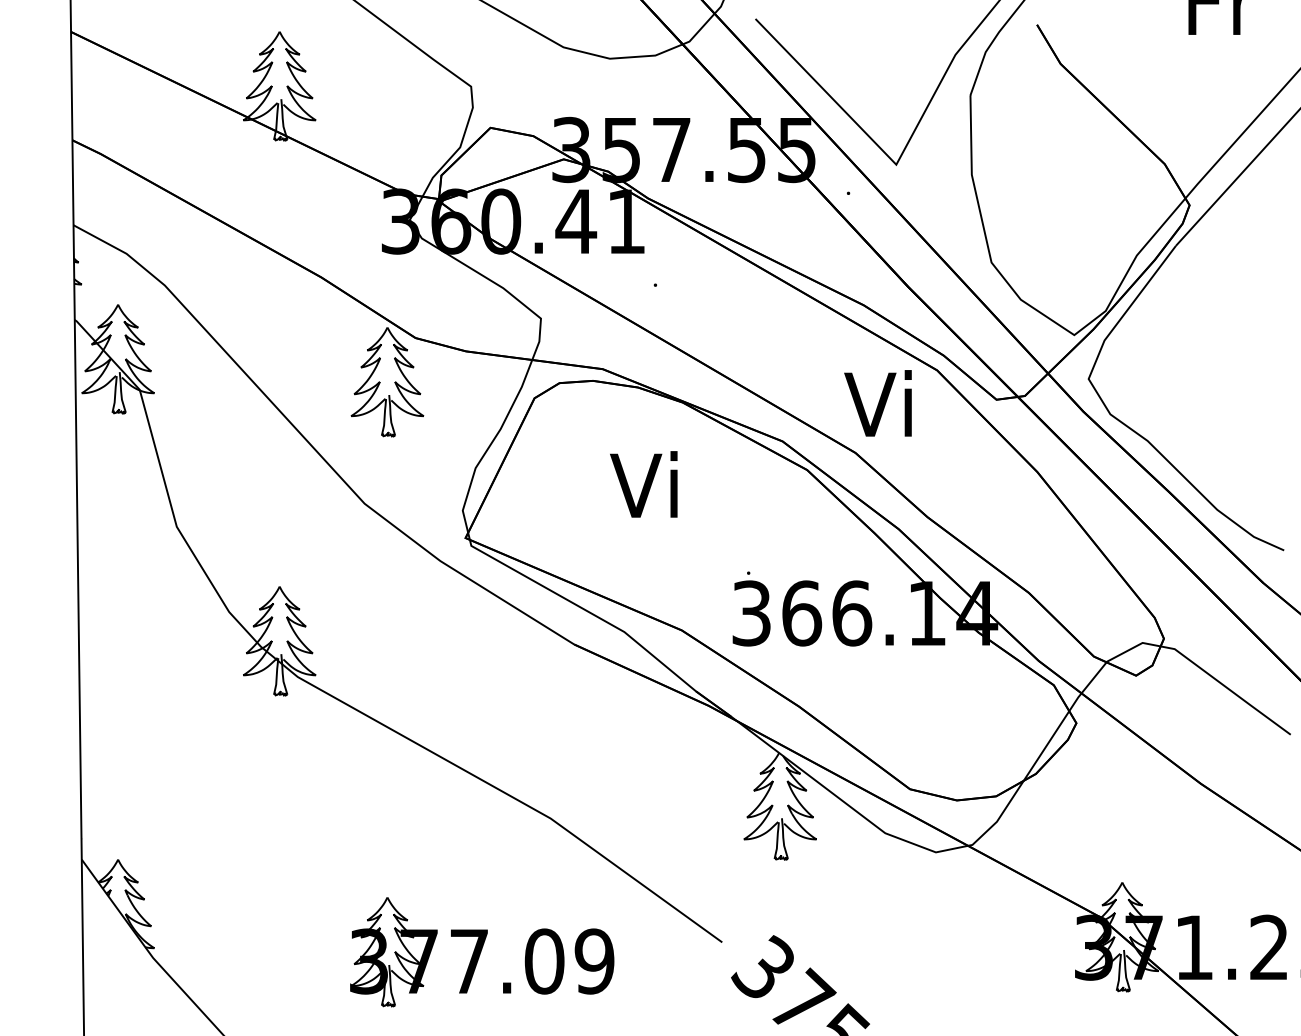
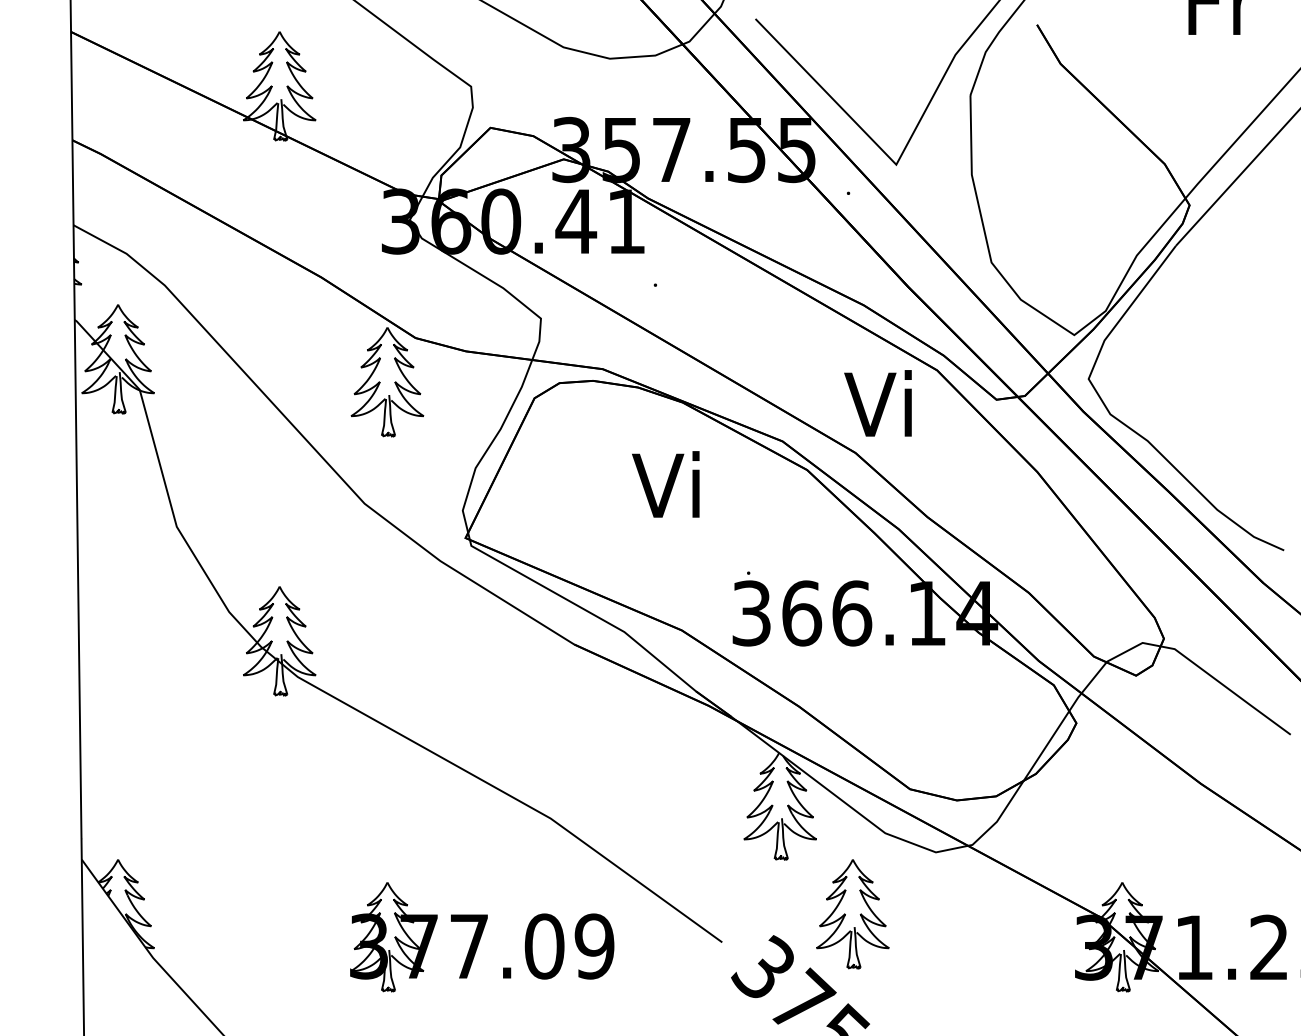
text at (643, 484) position: (643, 484) -> (665, 484)
part at (852, 914): none -> present
part at (482, 952) position: (482, 952) -> (482, 937)
